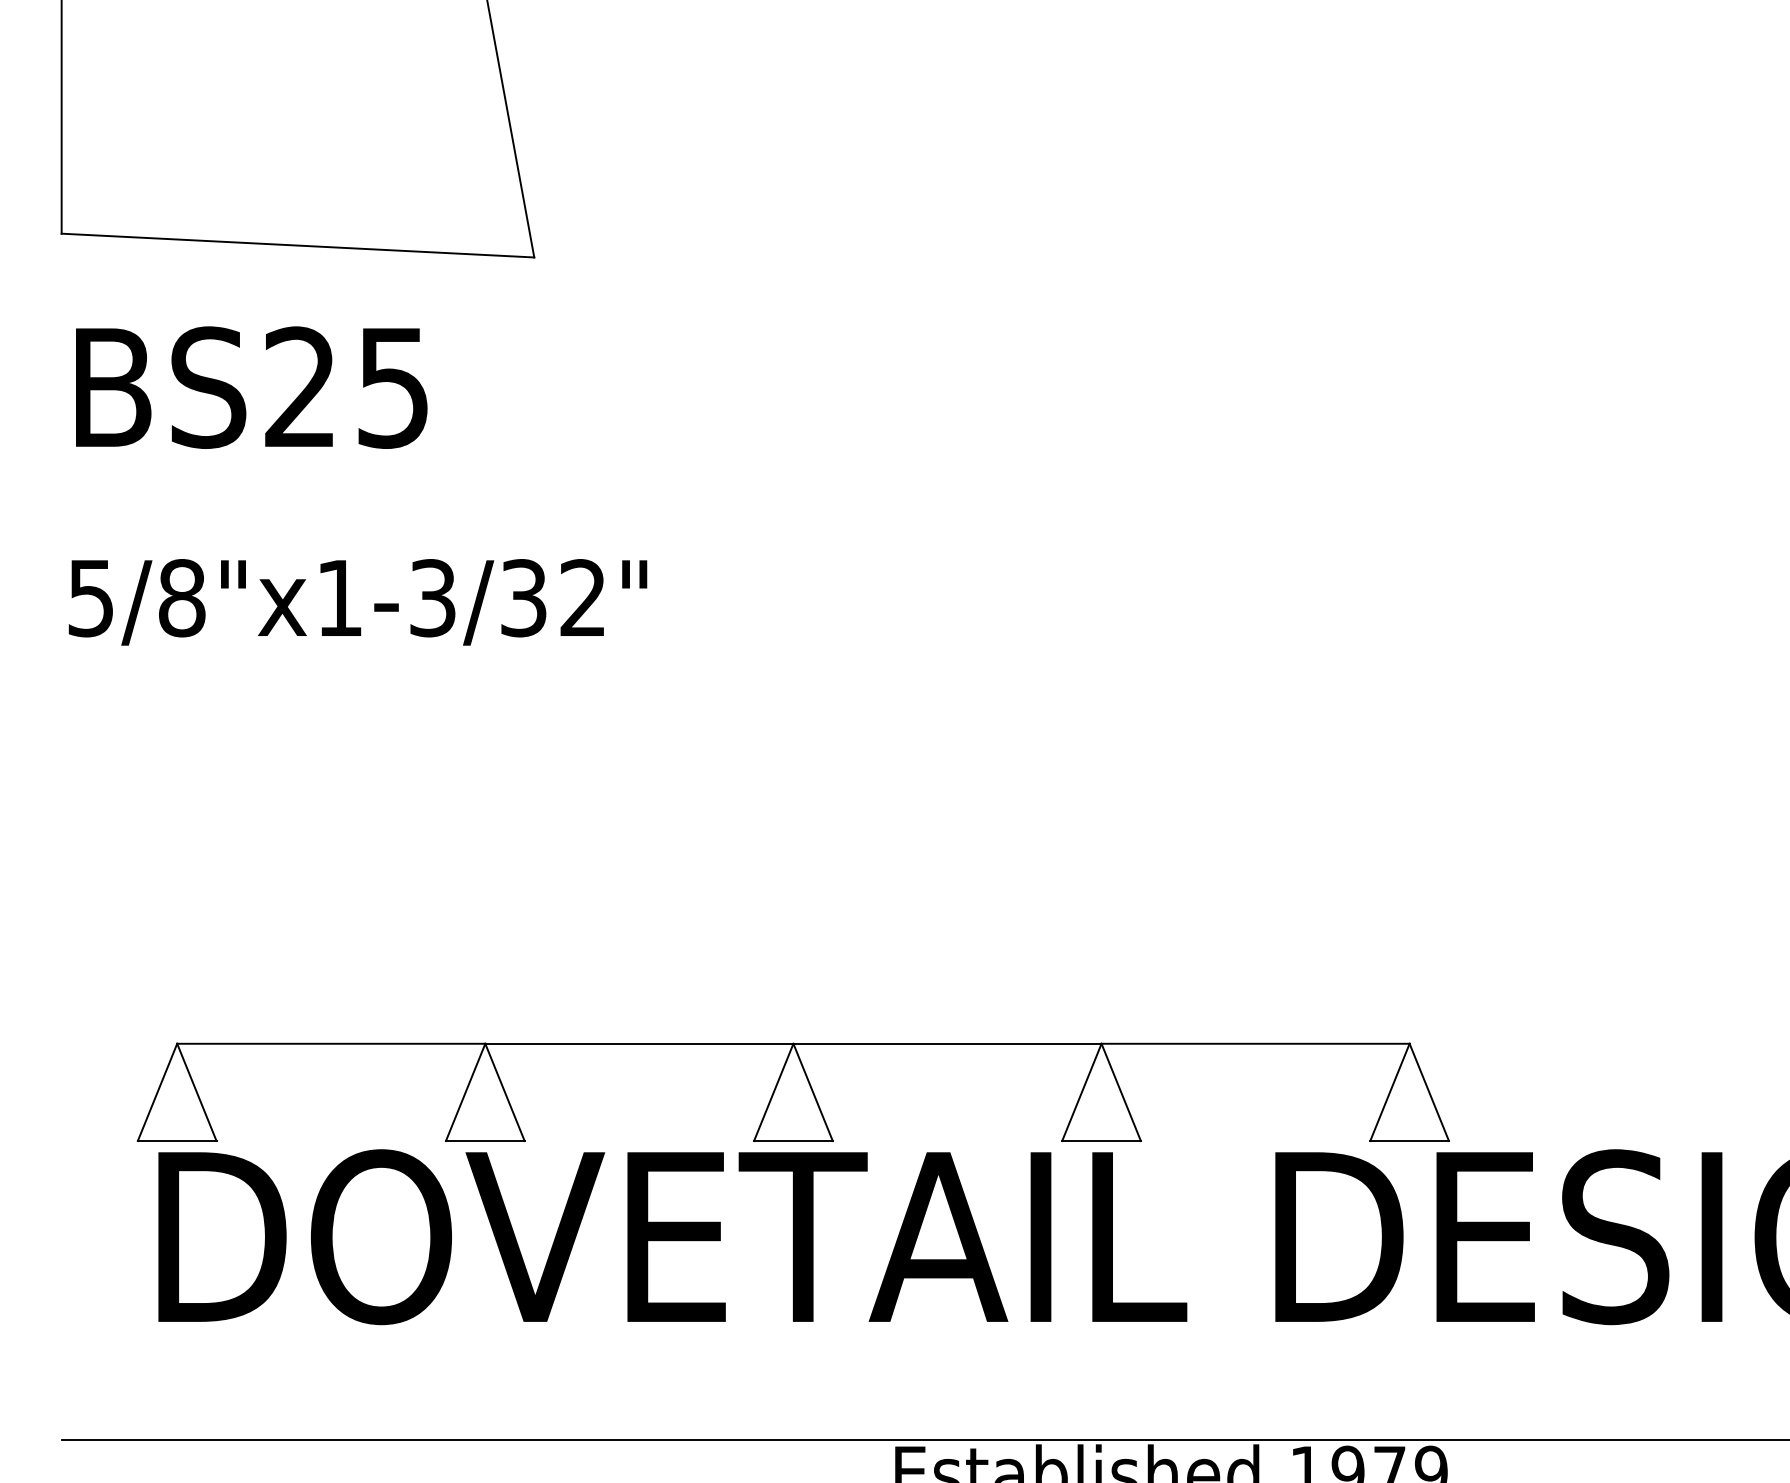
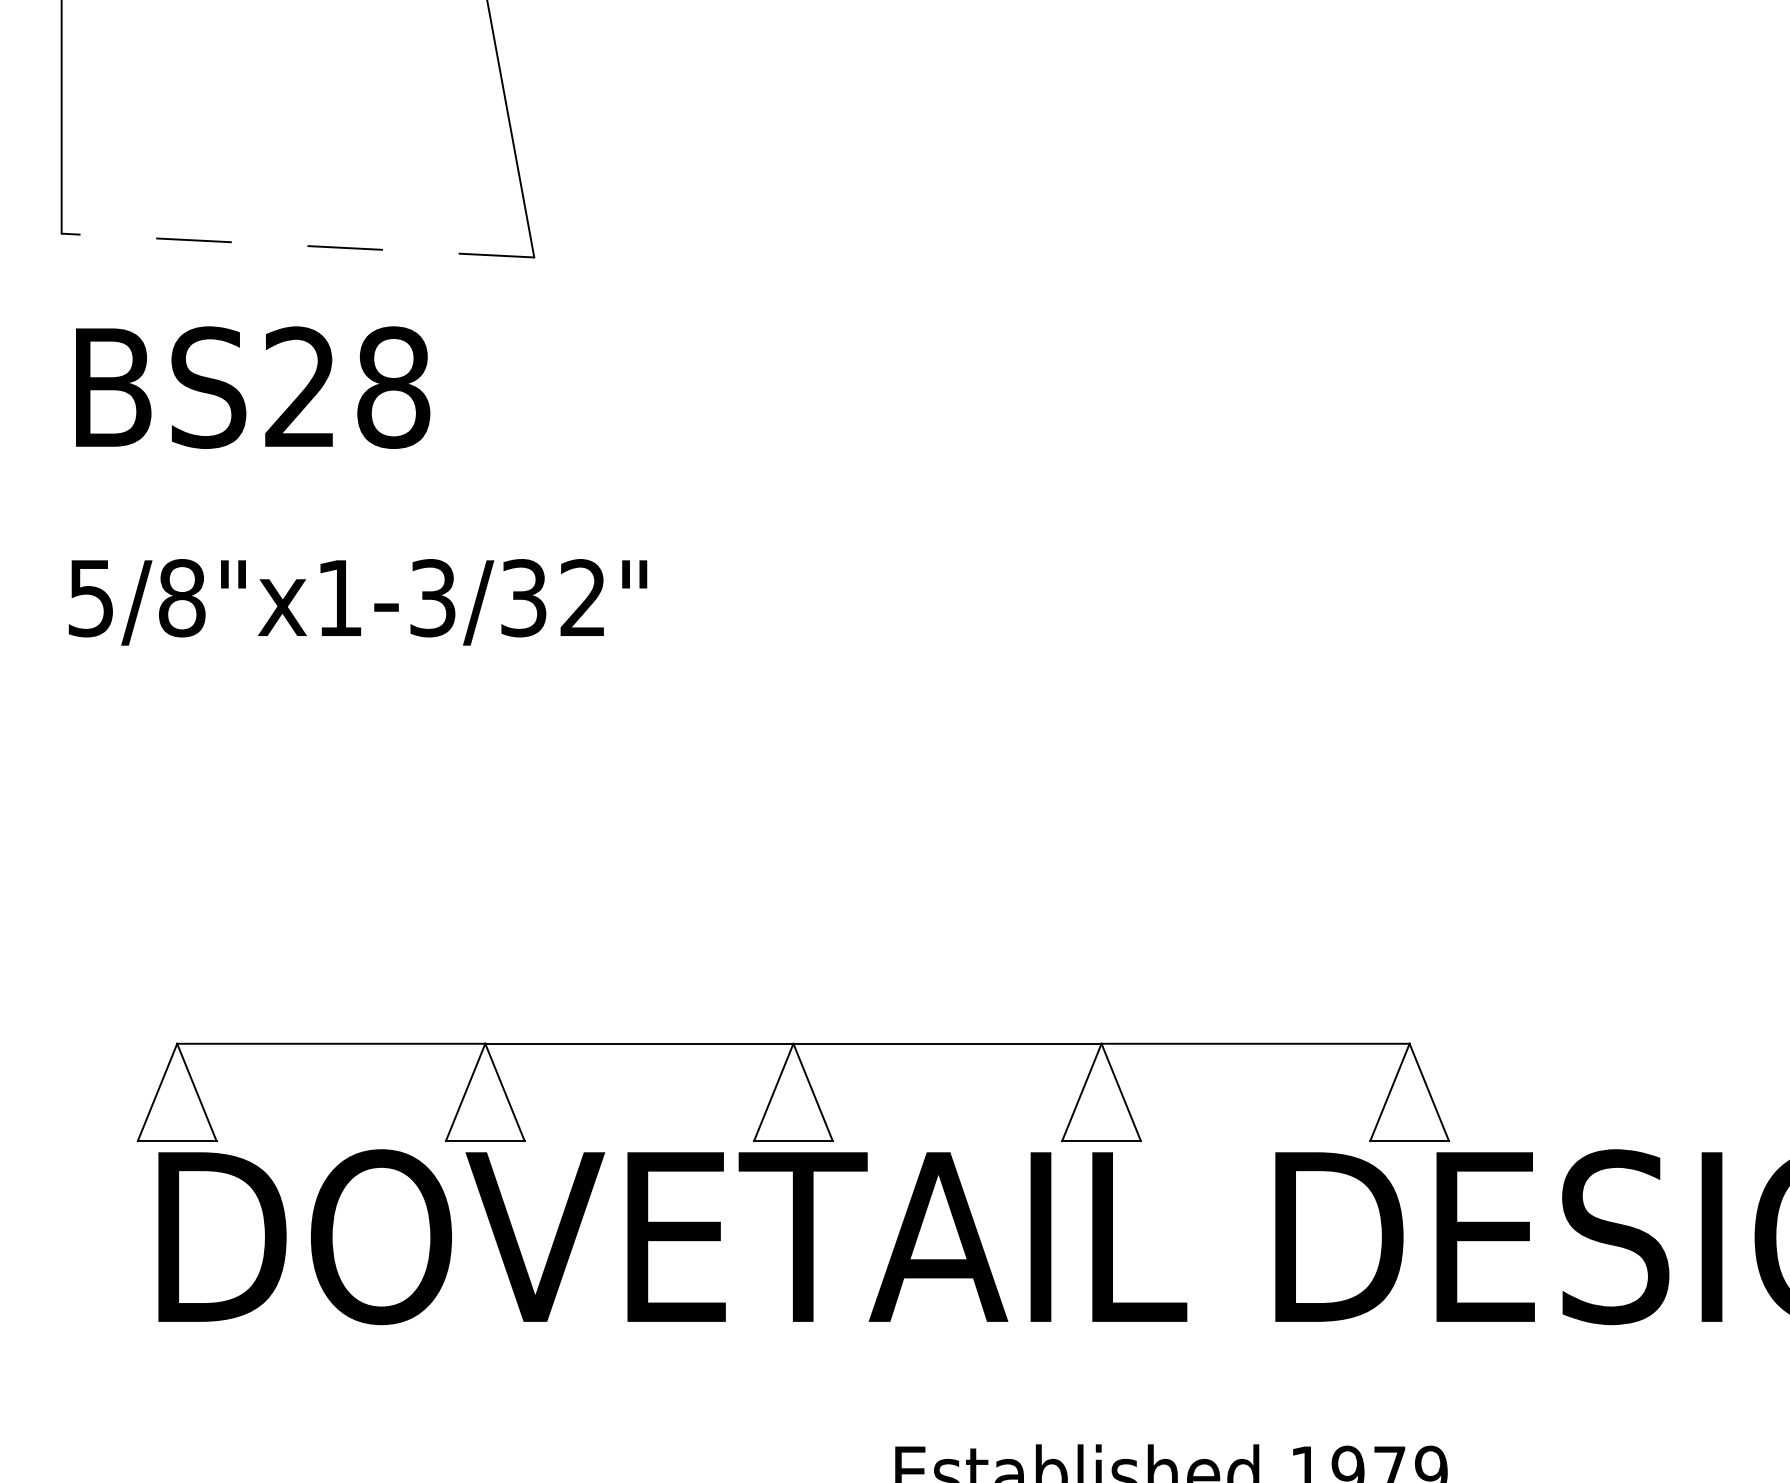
line at (297, 245): solid -> dashed
text at (393, 387): BS25 -> BS28
line at (923, 1439): present -> none
